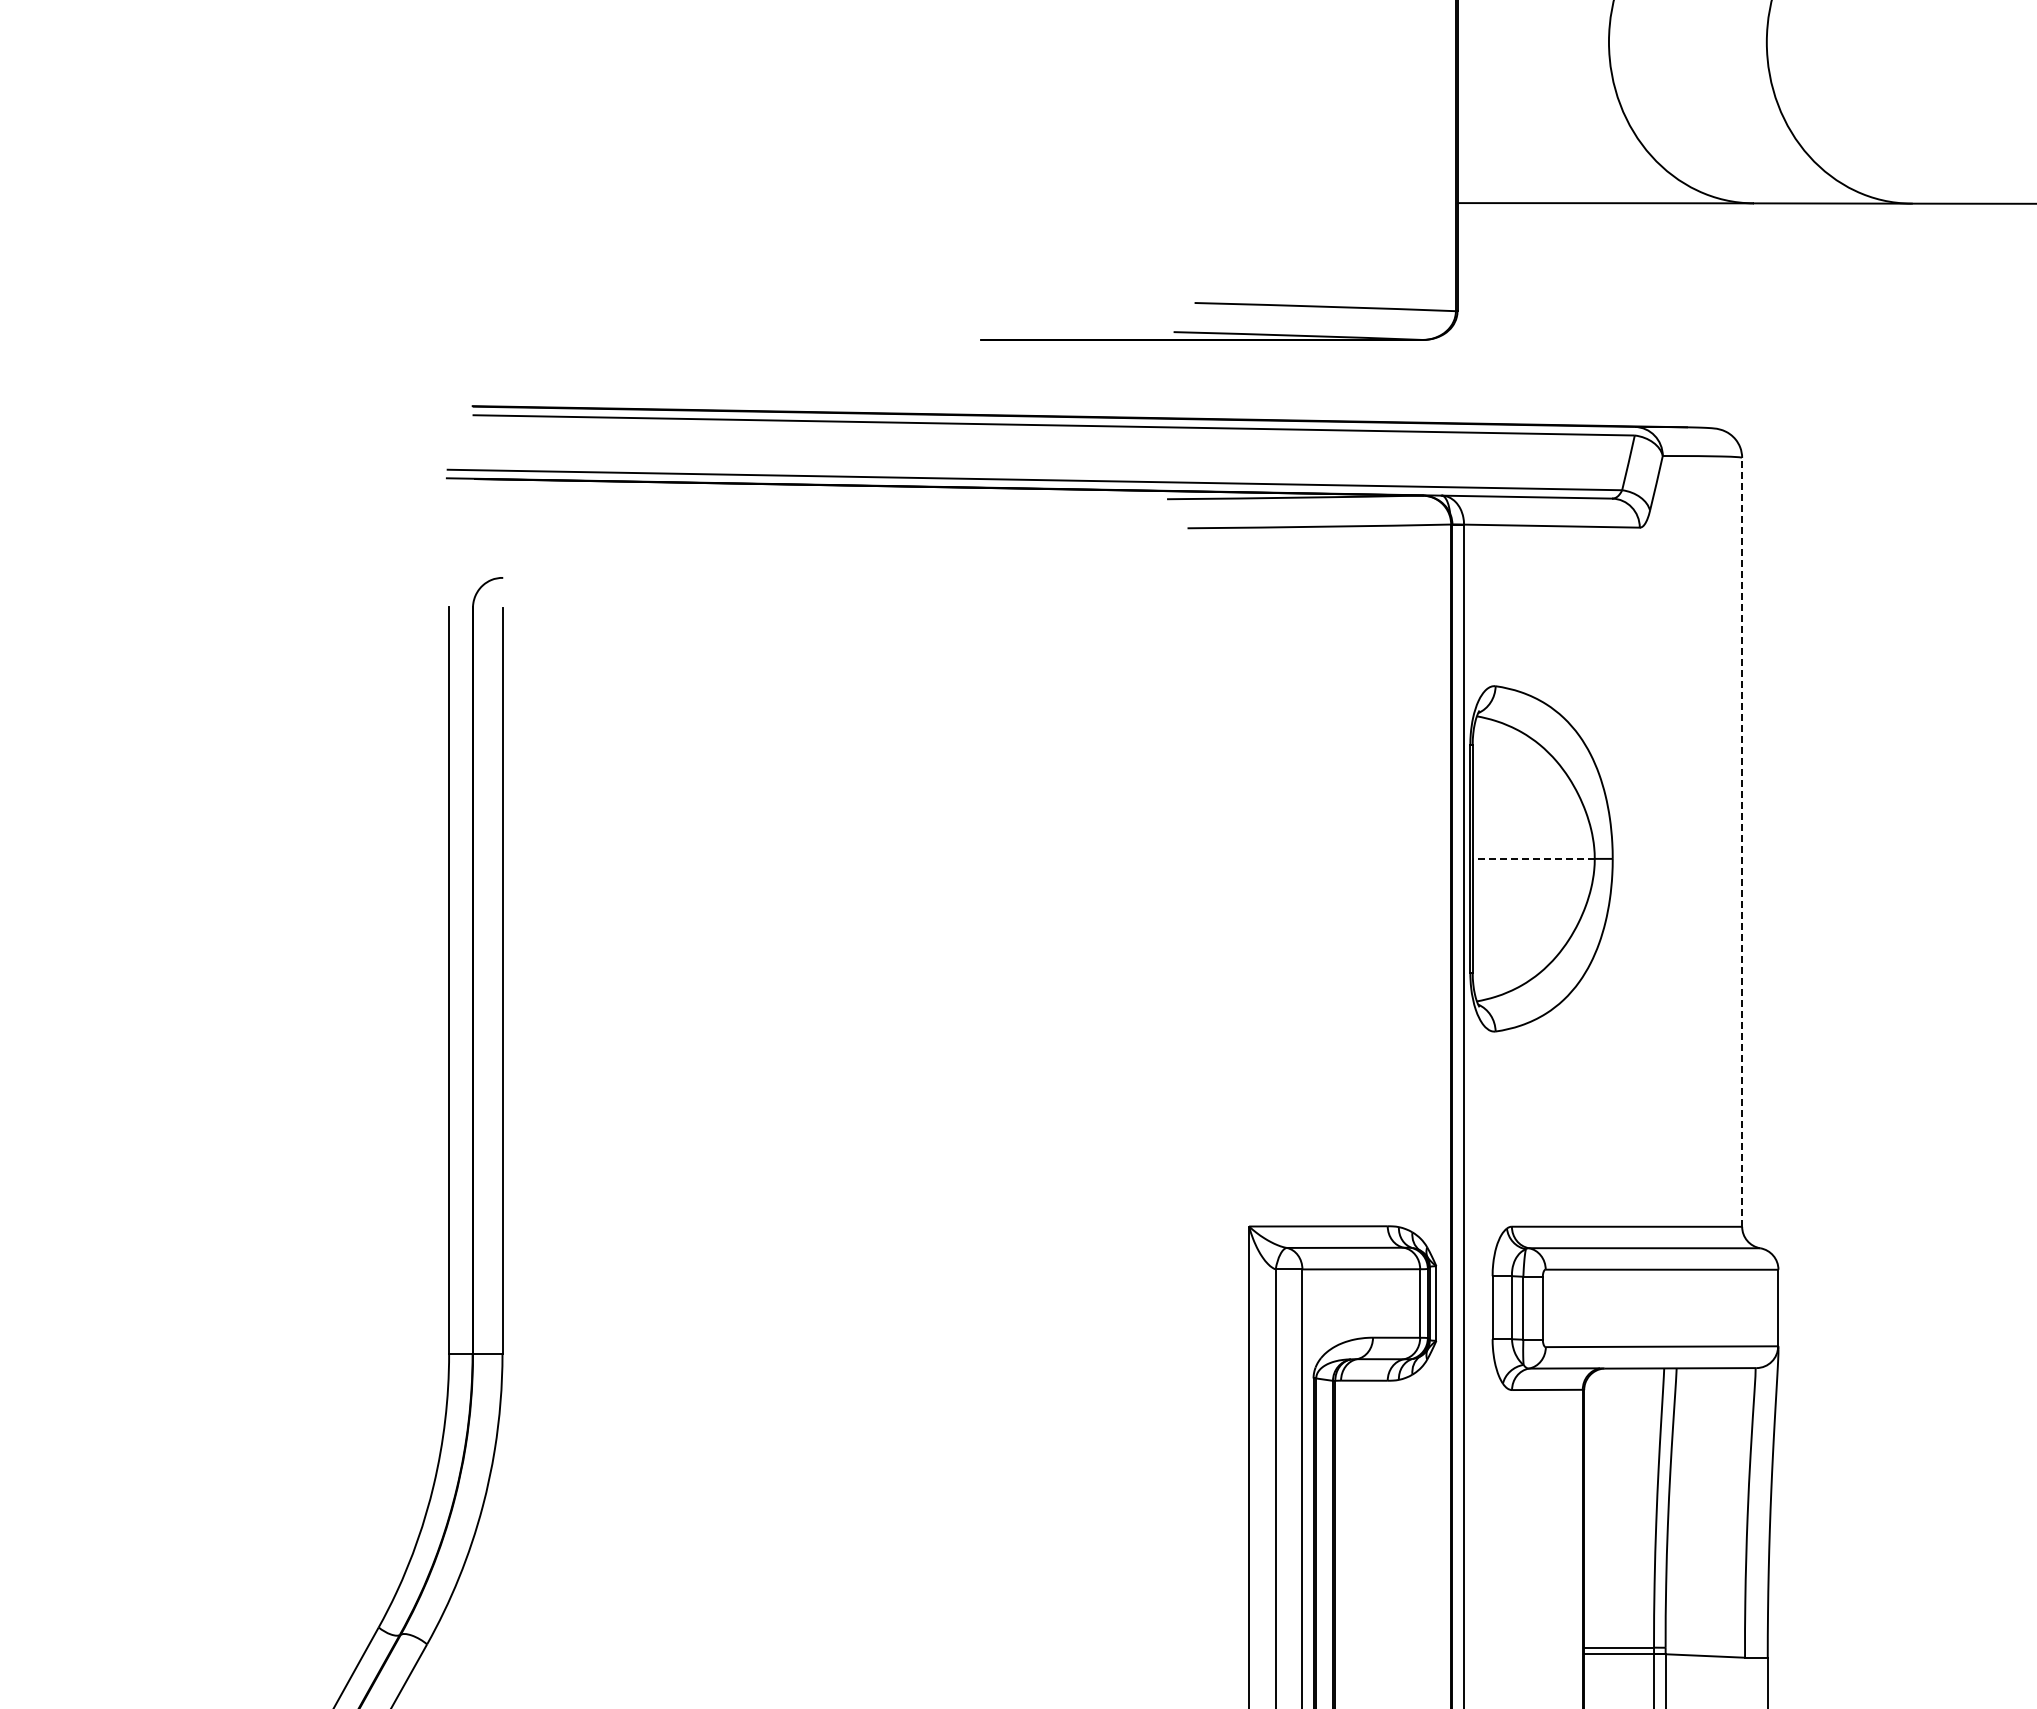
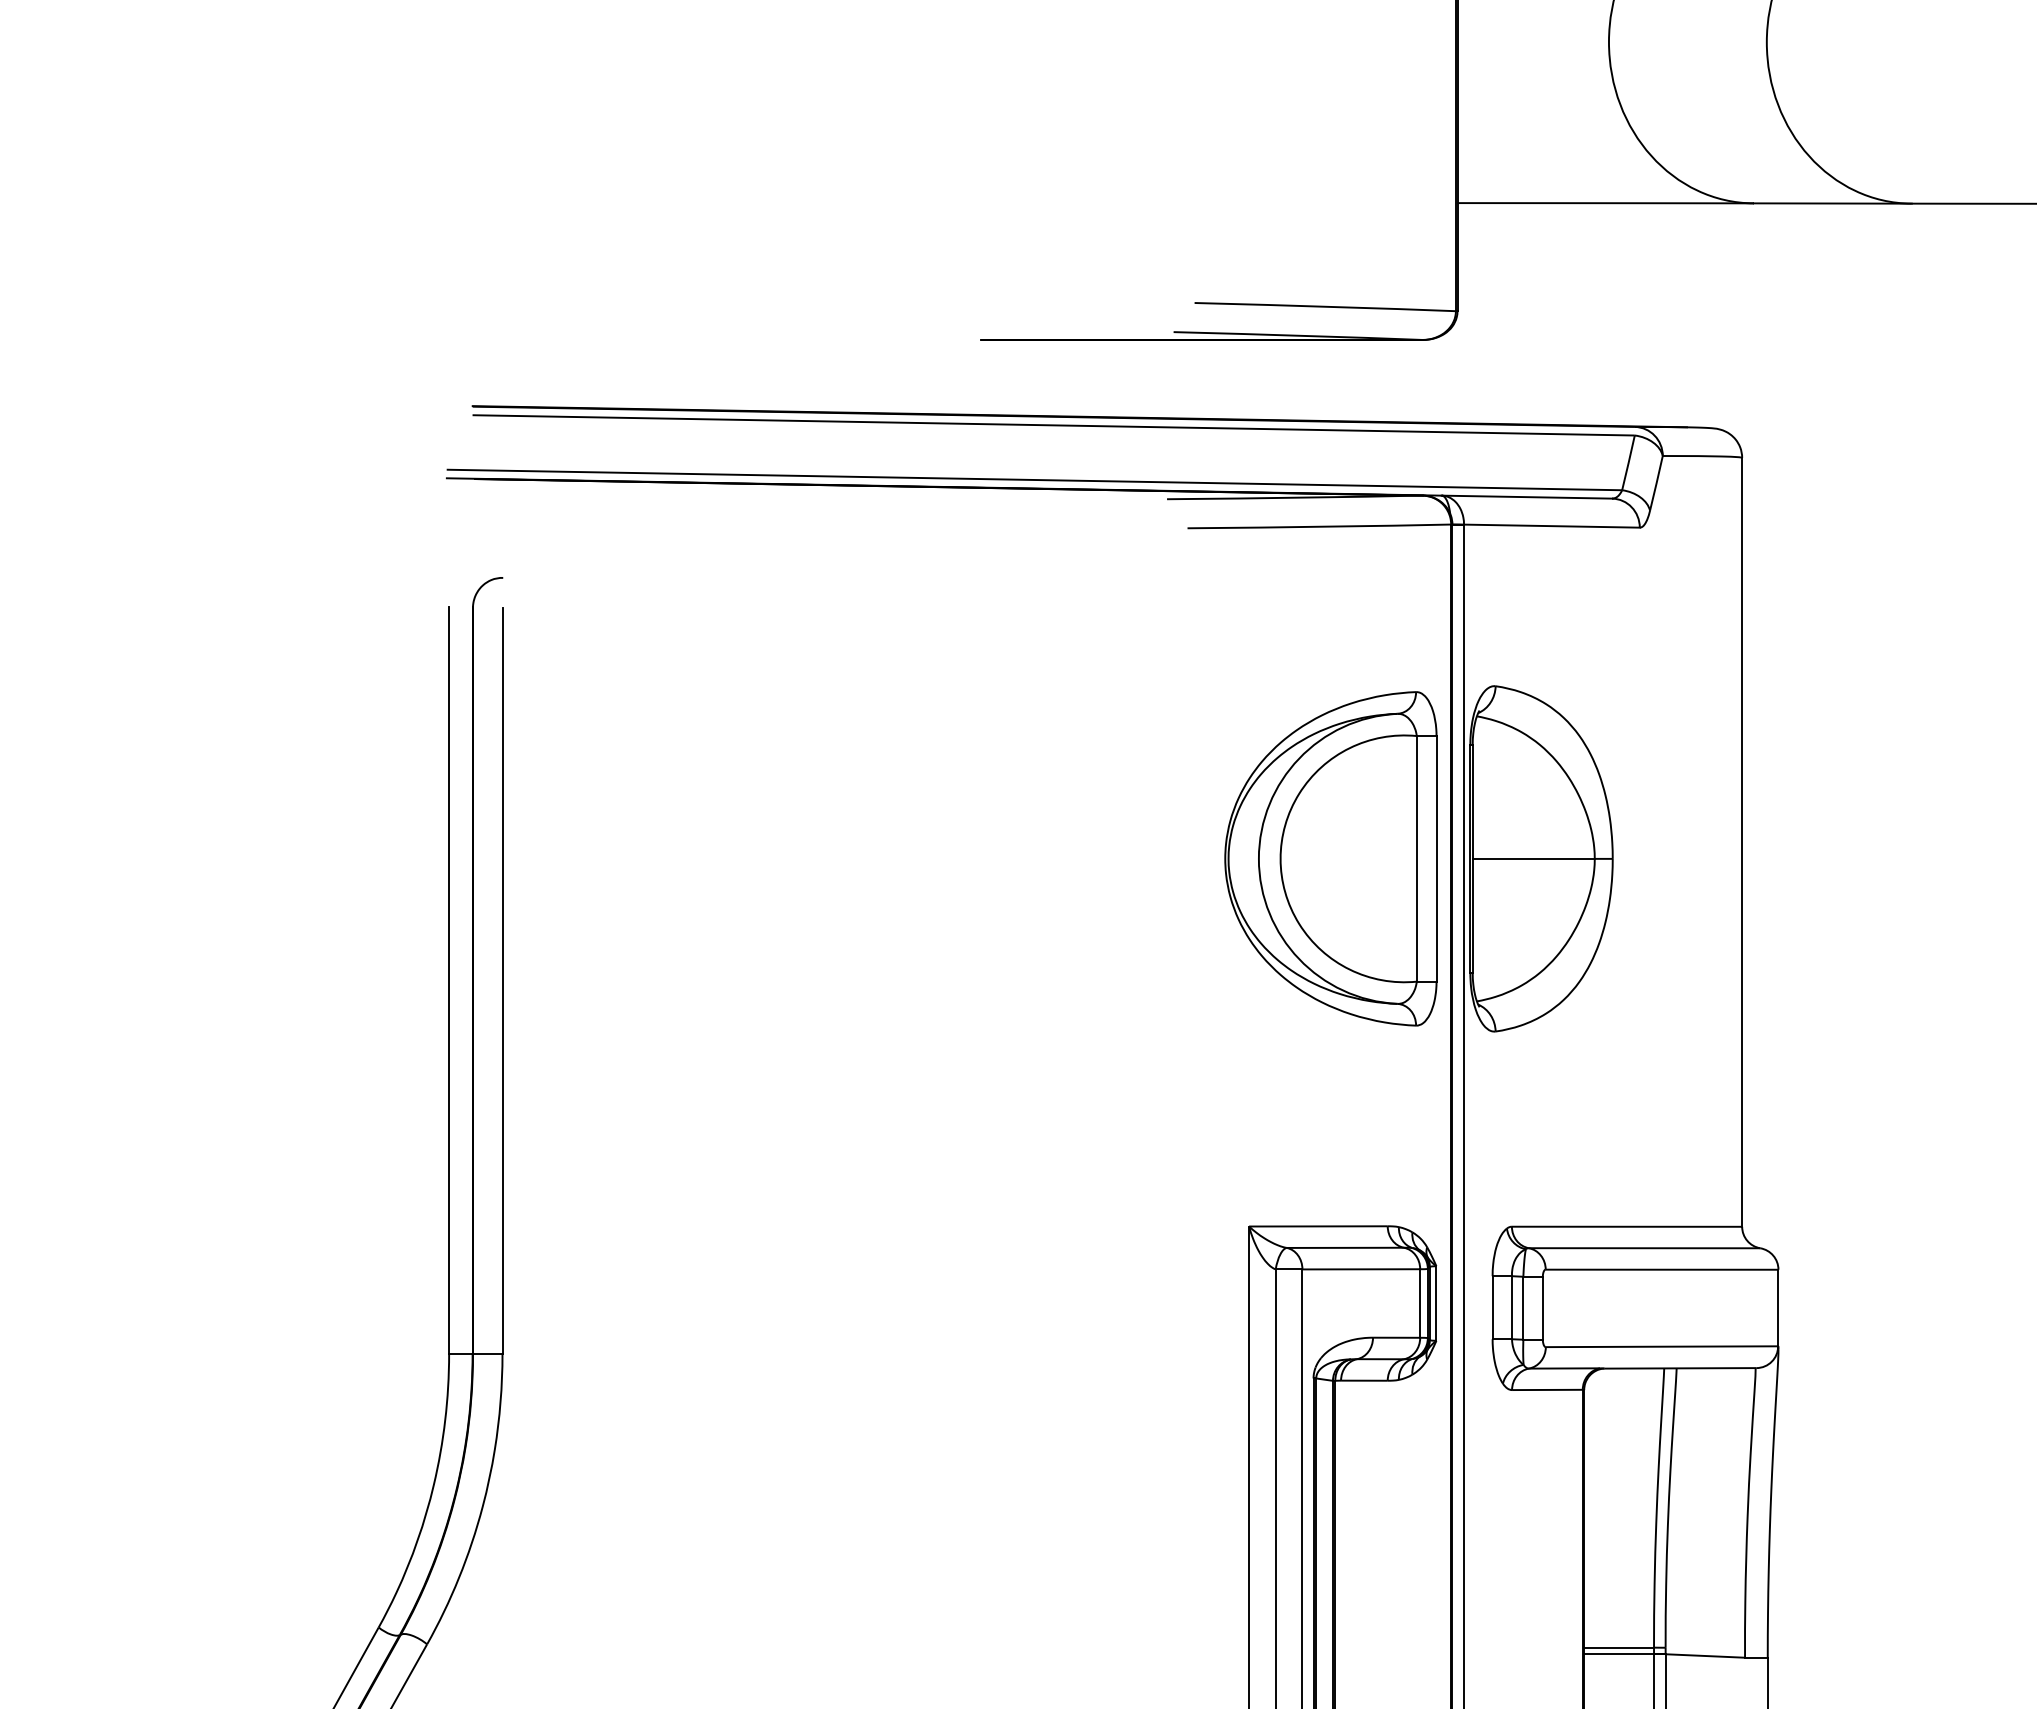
line at (1742, 841): dashed -> solid
part at (1330, 858): none -> present
line at (1533, 858): dashed -> solid
